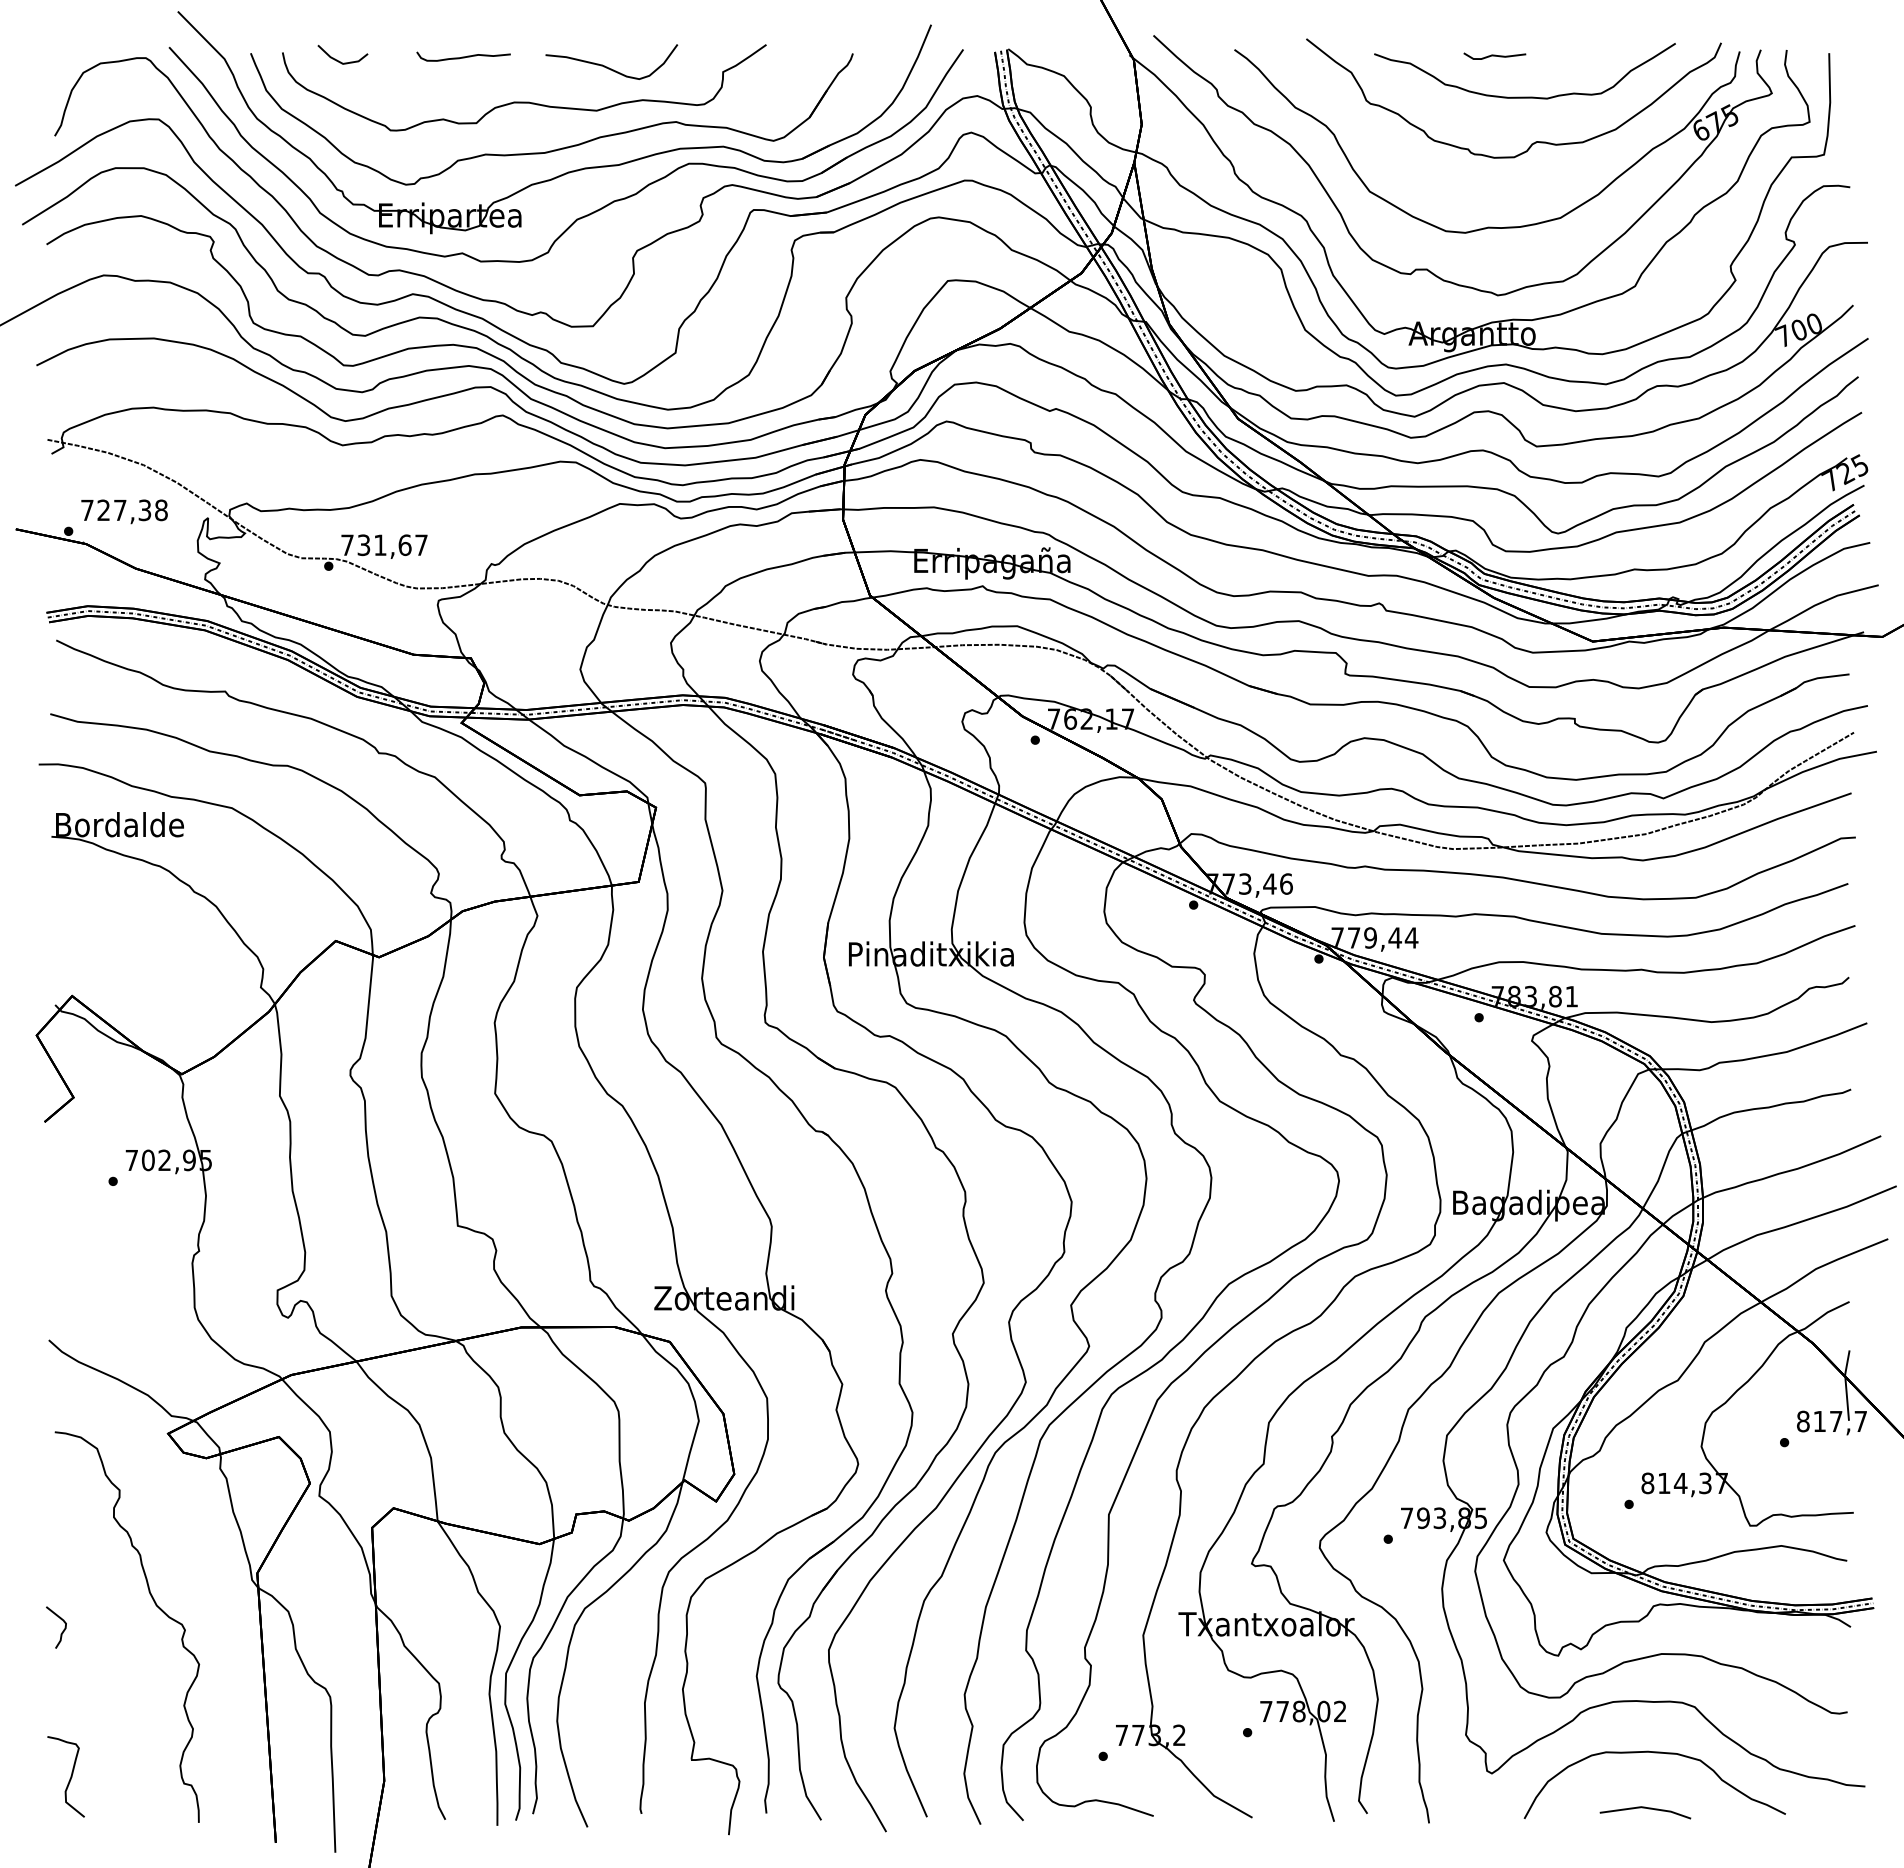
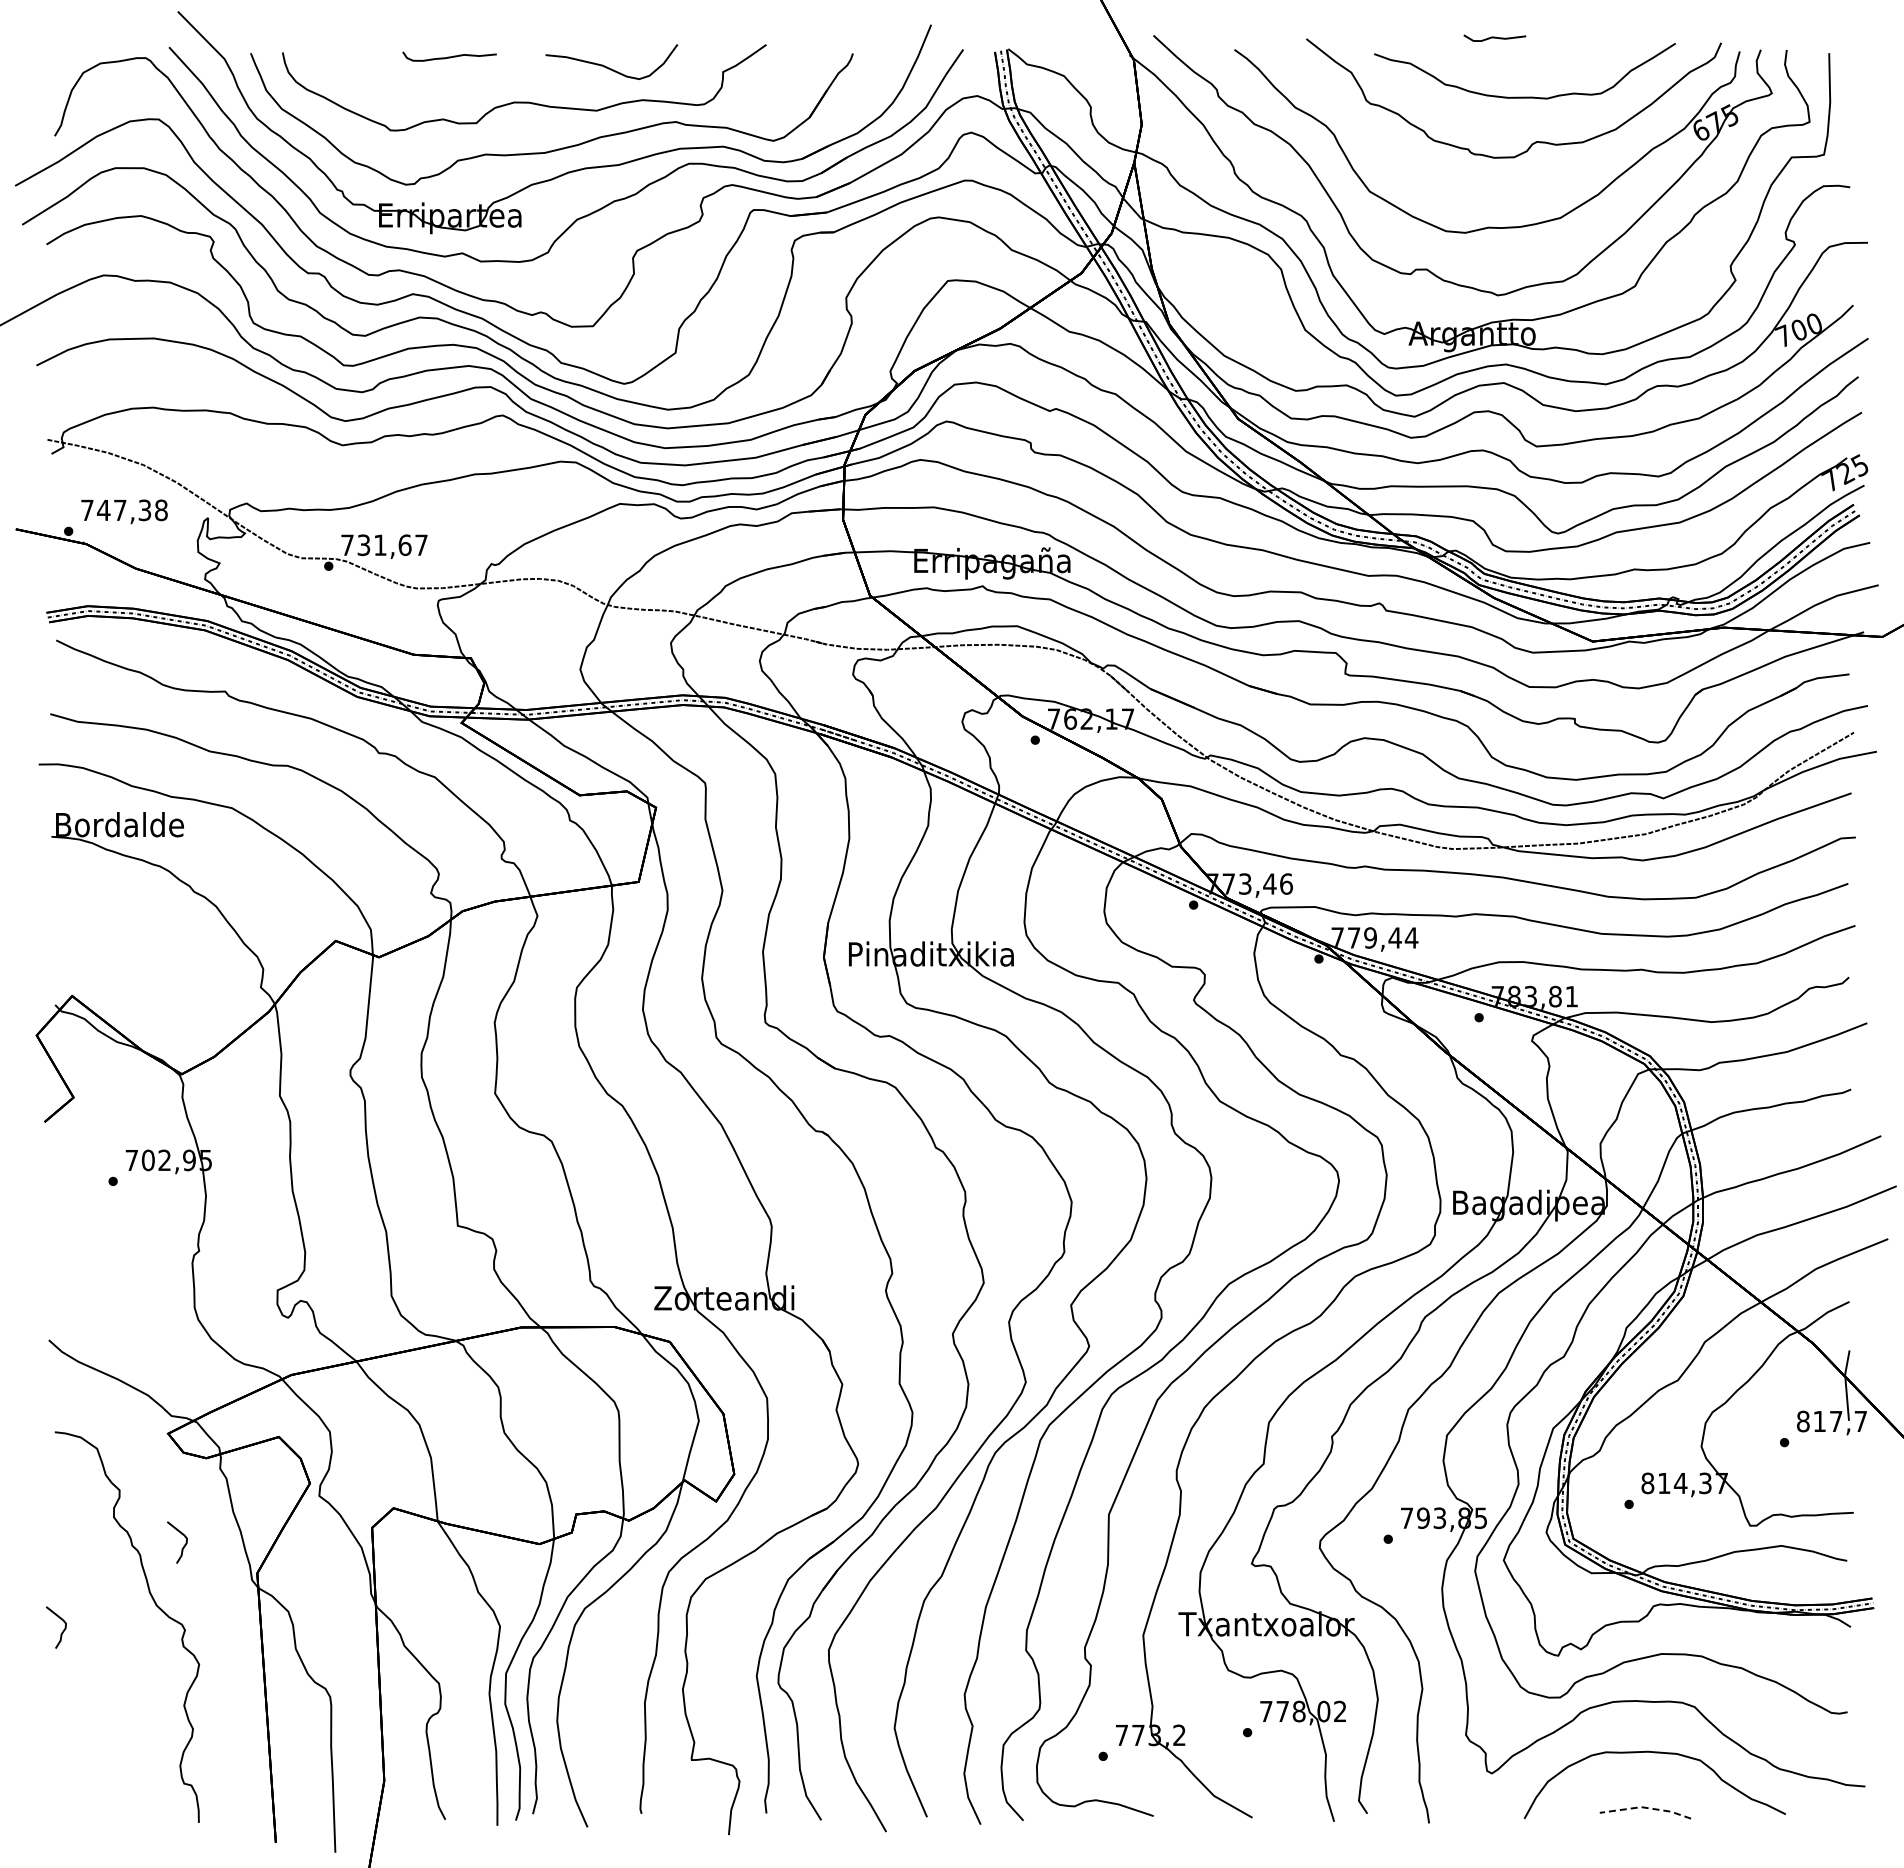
curve at (1494, 55) position: (1494, 55) -> (1494, 37)
curve at (463, 56) position: (463, 56) -> (449, 56)
line at (339, 60): present -> none
text at (103, 509): 727,38 -> 747,38
curve at (182, 1547): none -> present
curve at (69, 1778): present -> none
line at (1646, 1807): solid -> dashed
